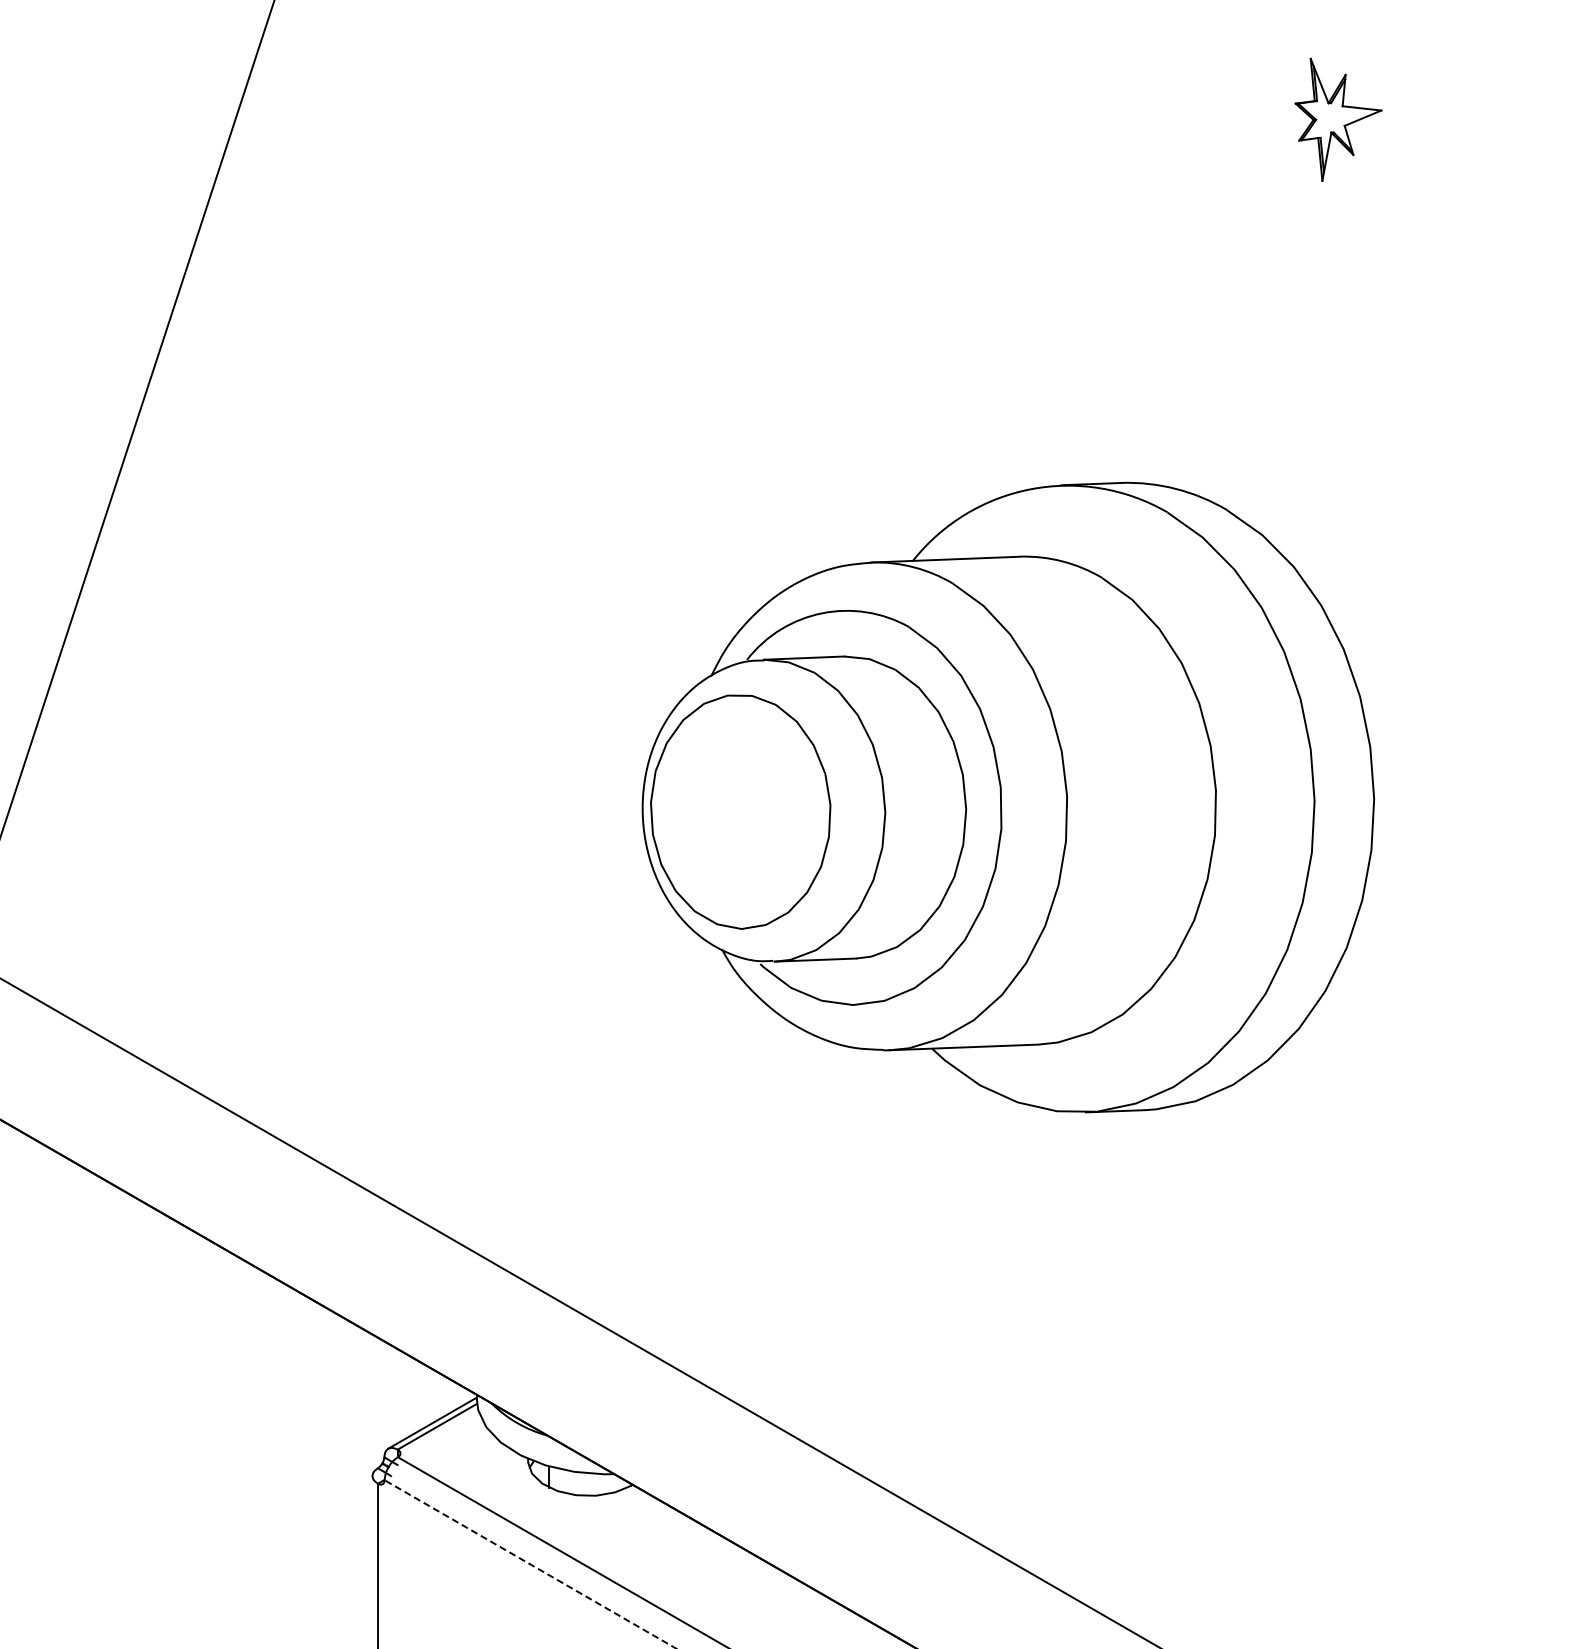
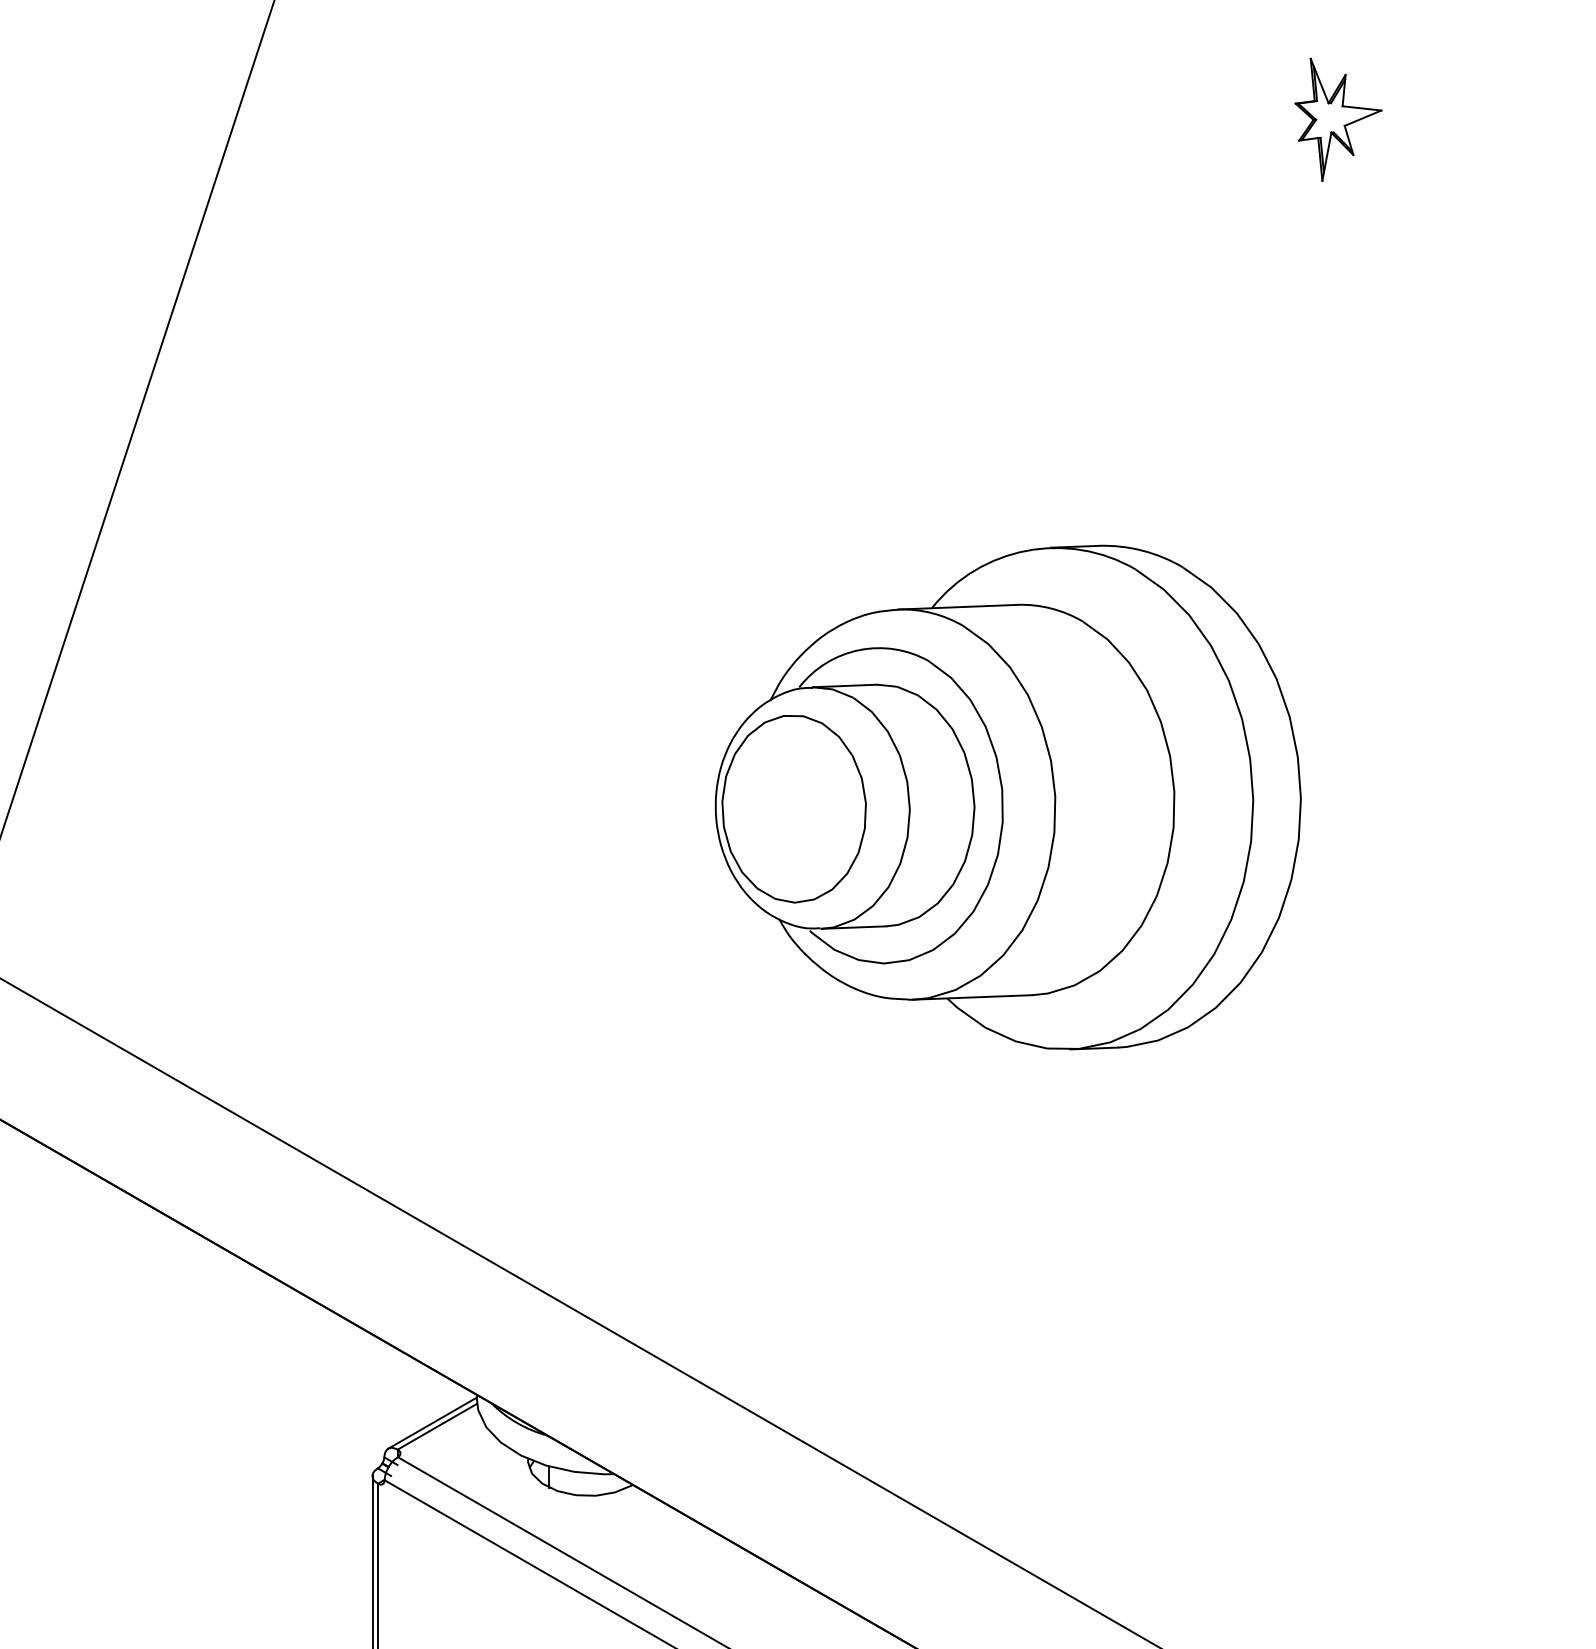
part at (1007, 797) size: 734x633 px -> 588x507 px
line at (372, 1560): none -> present
line at (530, 1564): dashed -> solid
